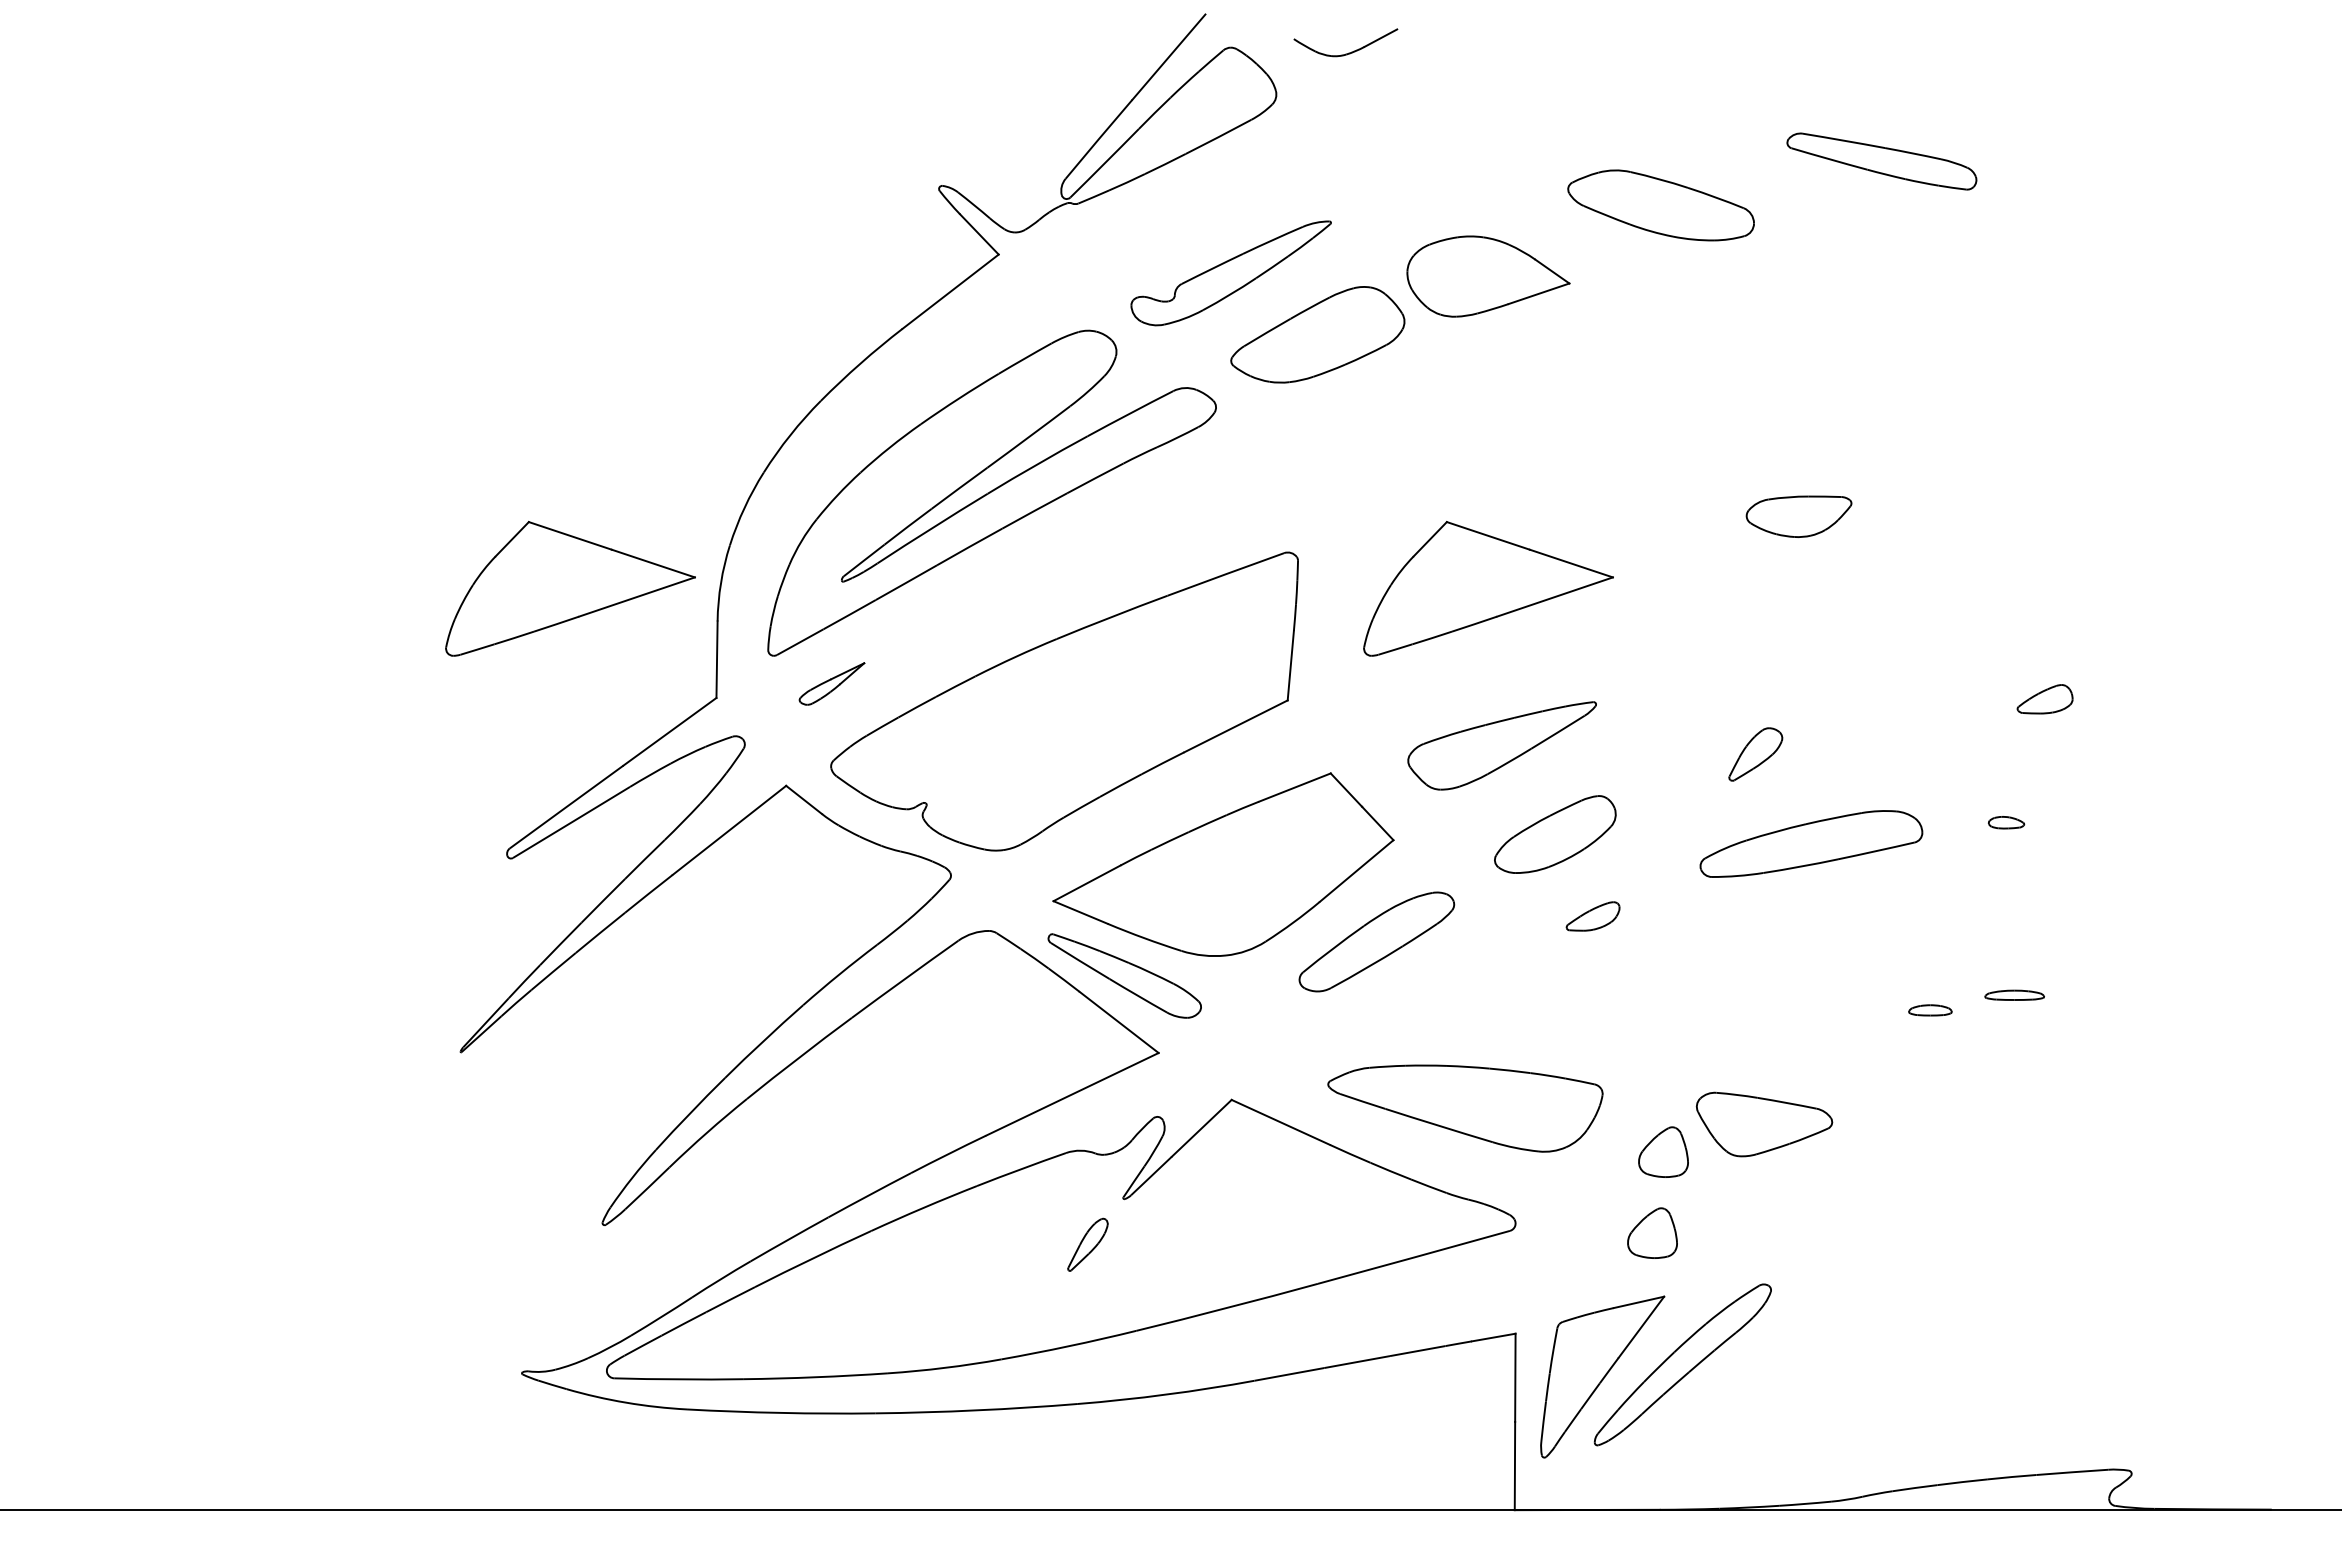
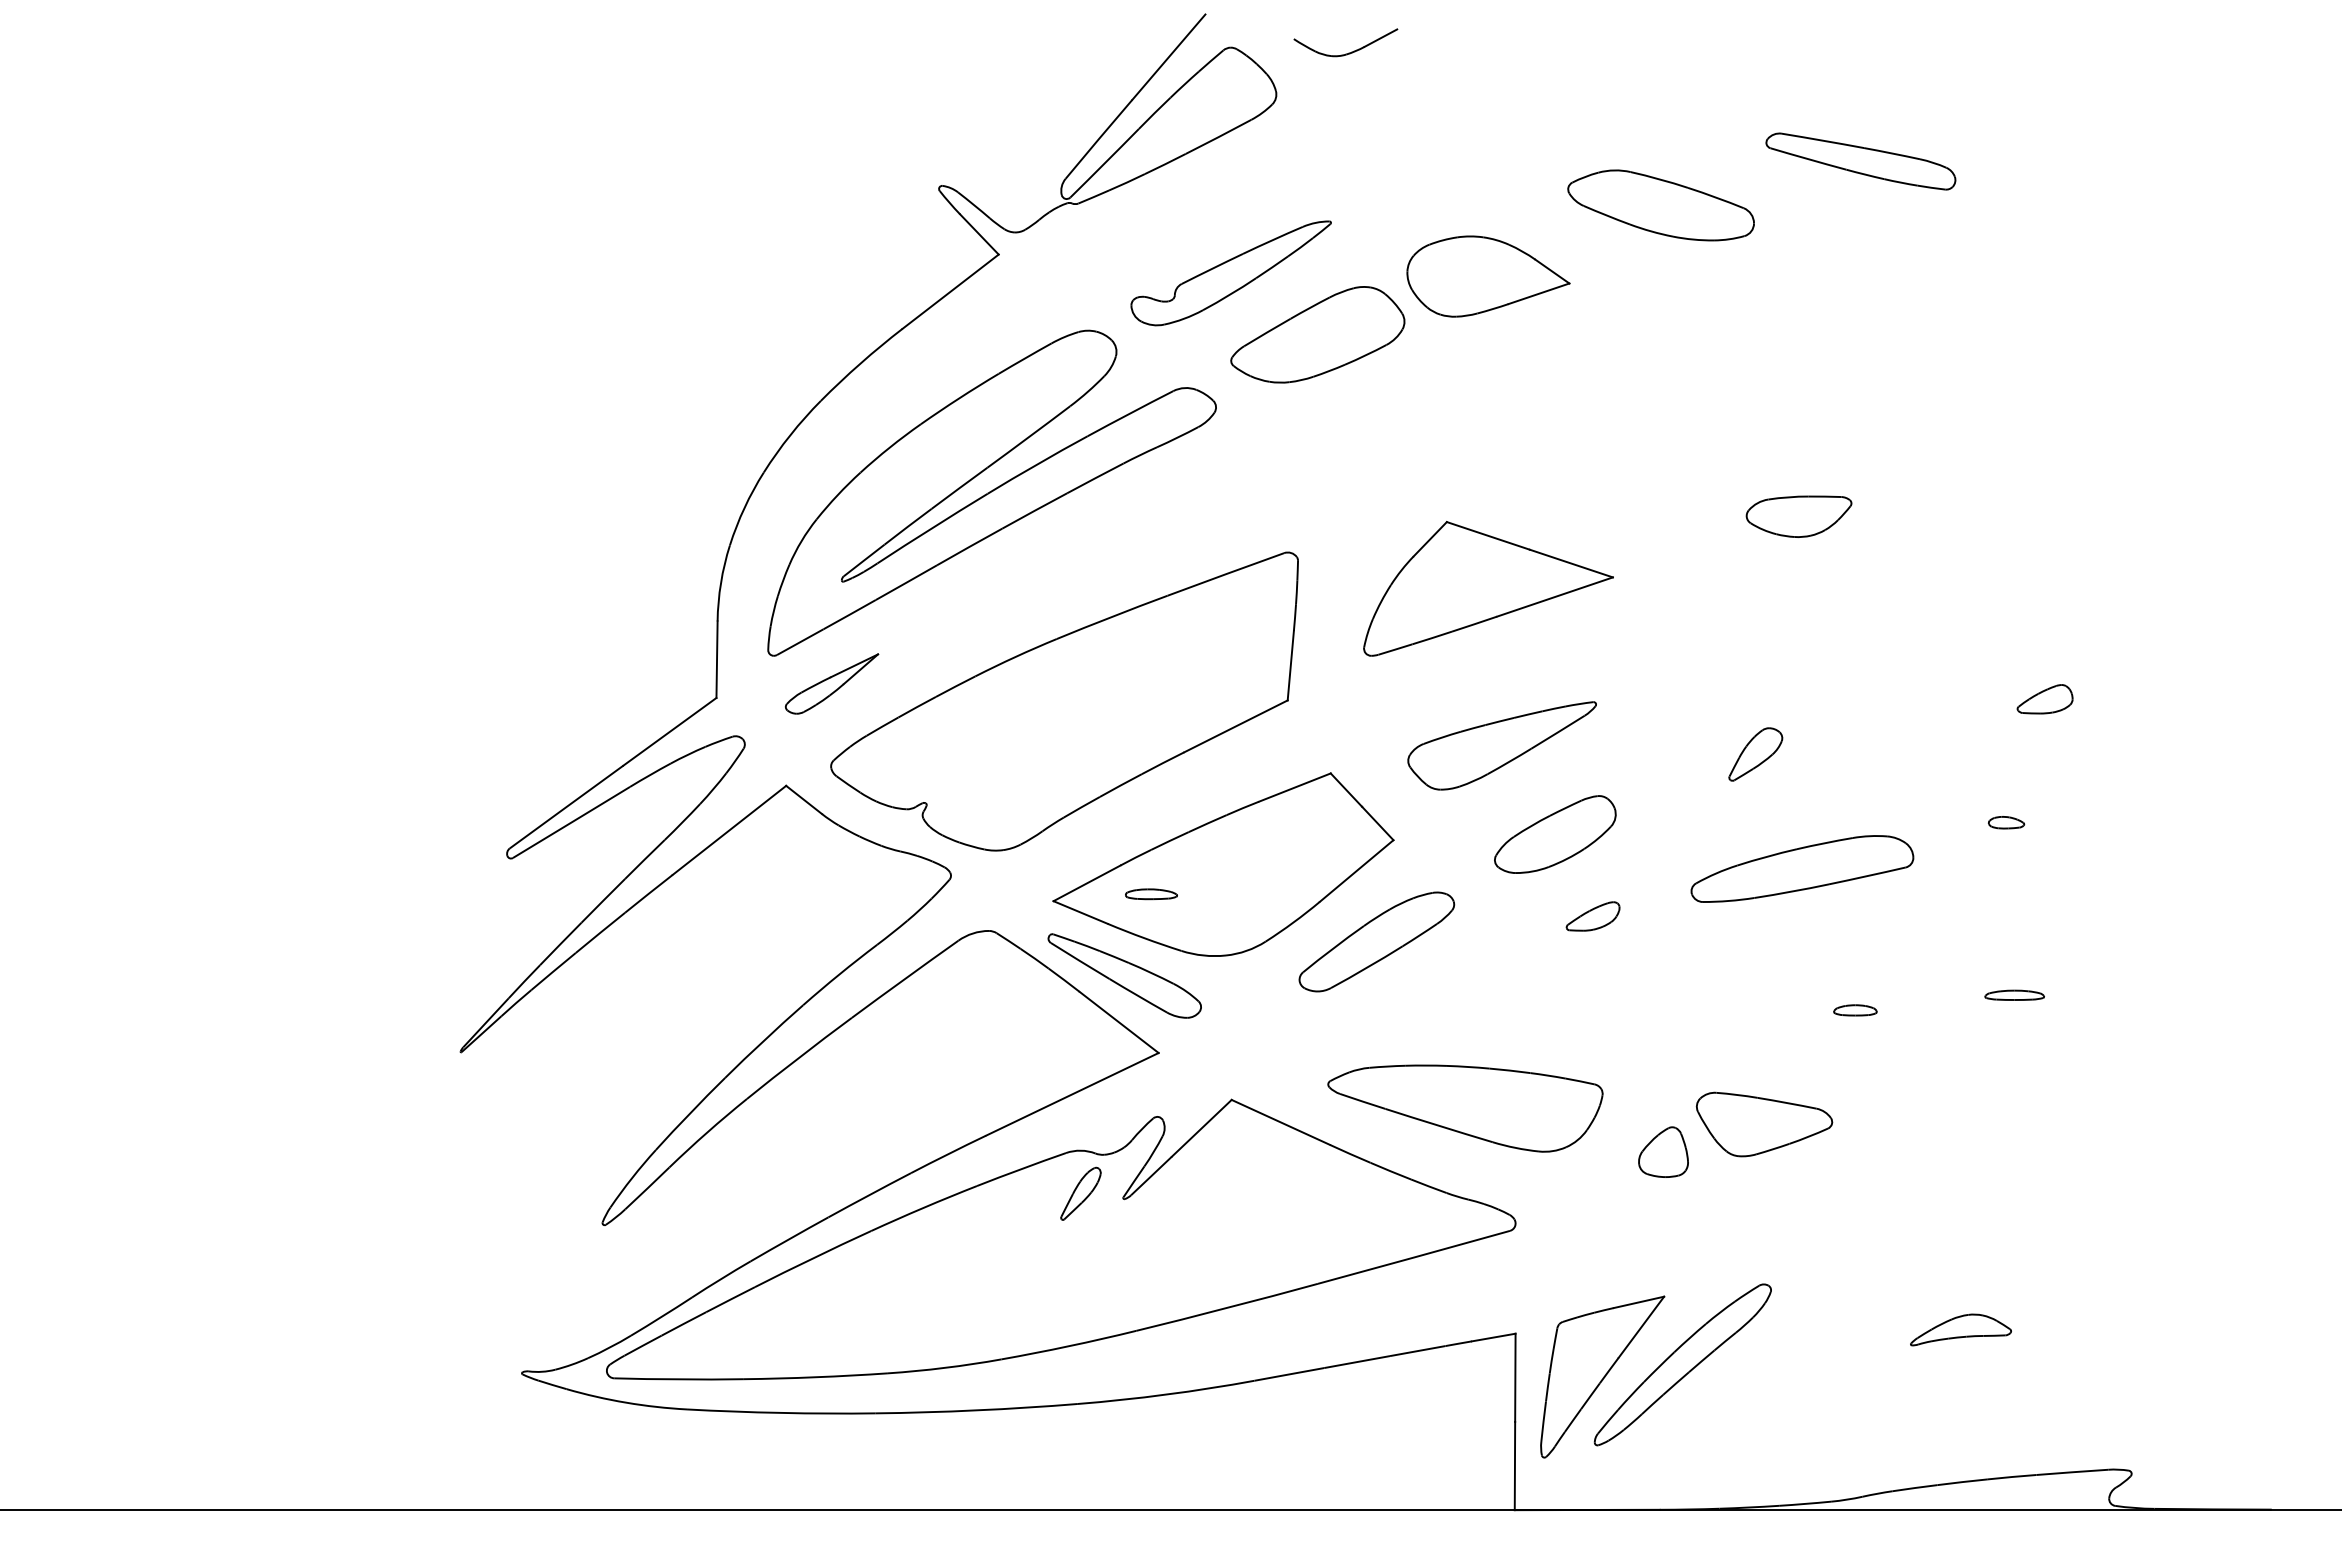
part at (1881, 161) position: (1881, 161) -> (1860, 161)
part at (570, 588): present -> none
part at (831, 683) size: 68x44 px -> 96x62 px
part at (1811, 843) position: (1811, 843) -> (1802, 868)
part at (1151, 894): none -> present
part at (1930, 1010) position: (1930, 1010) -> (1855, 1010)
part at (1652, 1232): present -> none
part at (1087, 1244) position: (1087, 1244) -> (1080, 1193)
part at (1960, 1329): none -> present
